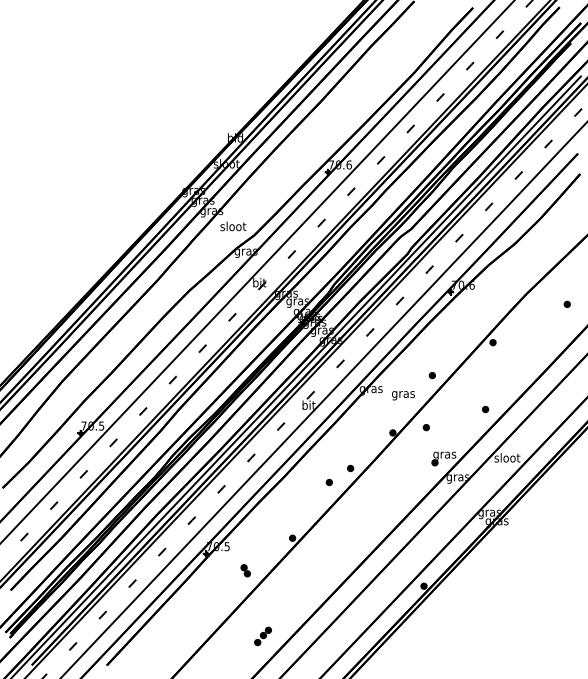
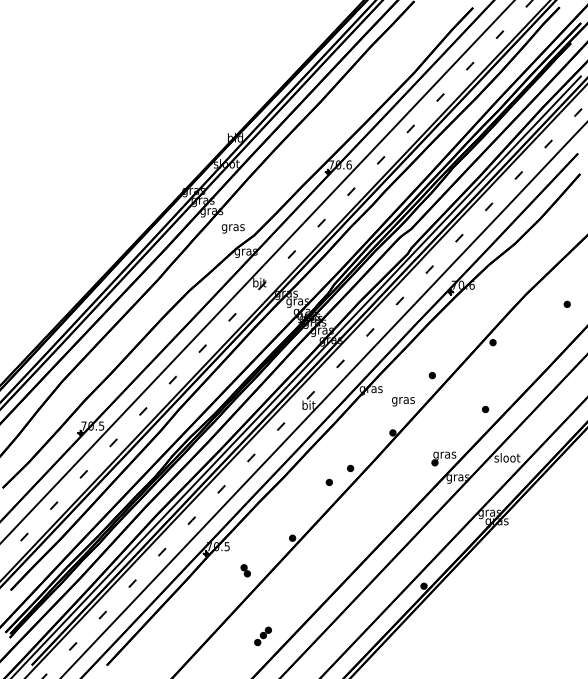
text at (233, 227): sloot -> gras
text at (403, 395) position: (403, 395) -> (403, 401)
part at (425, 427): present -> none
